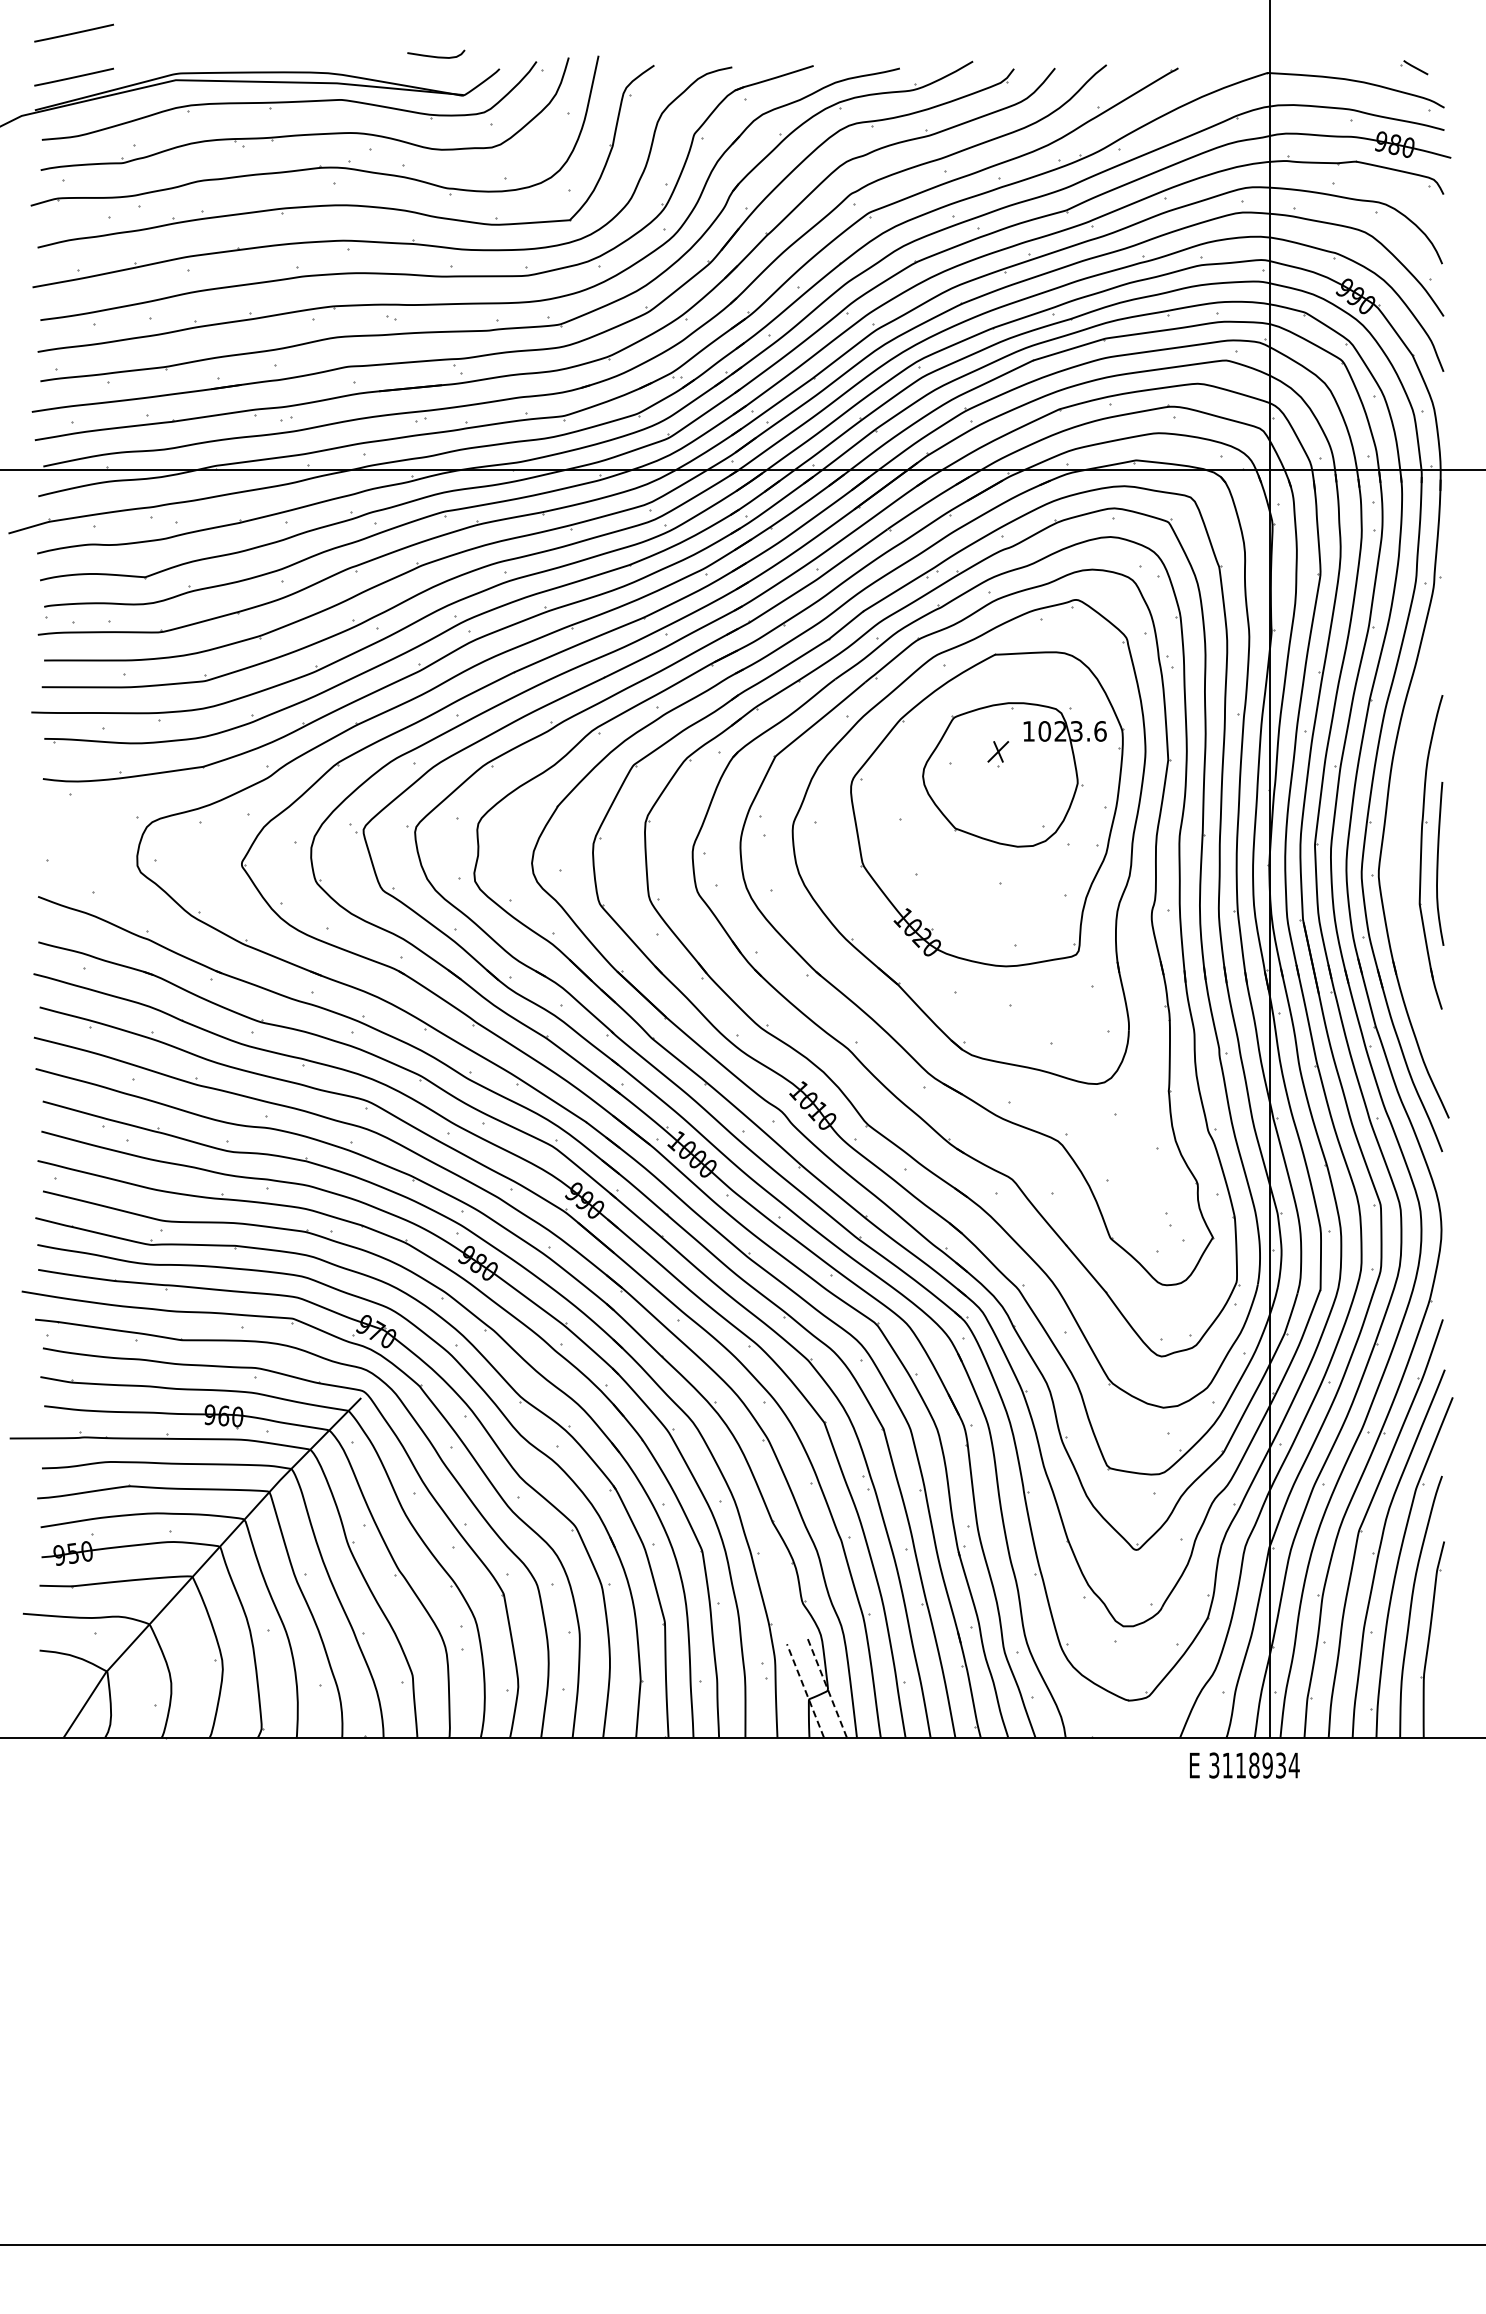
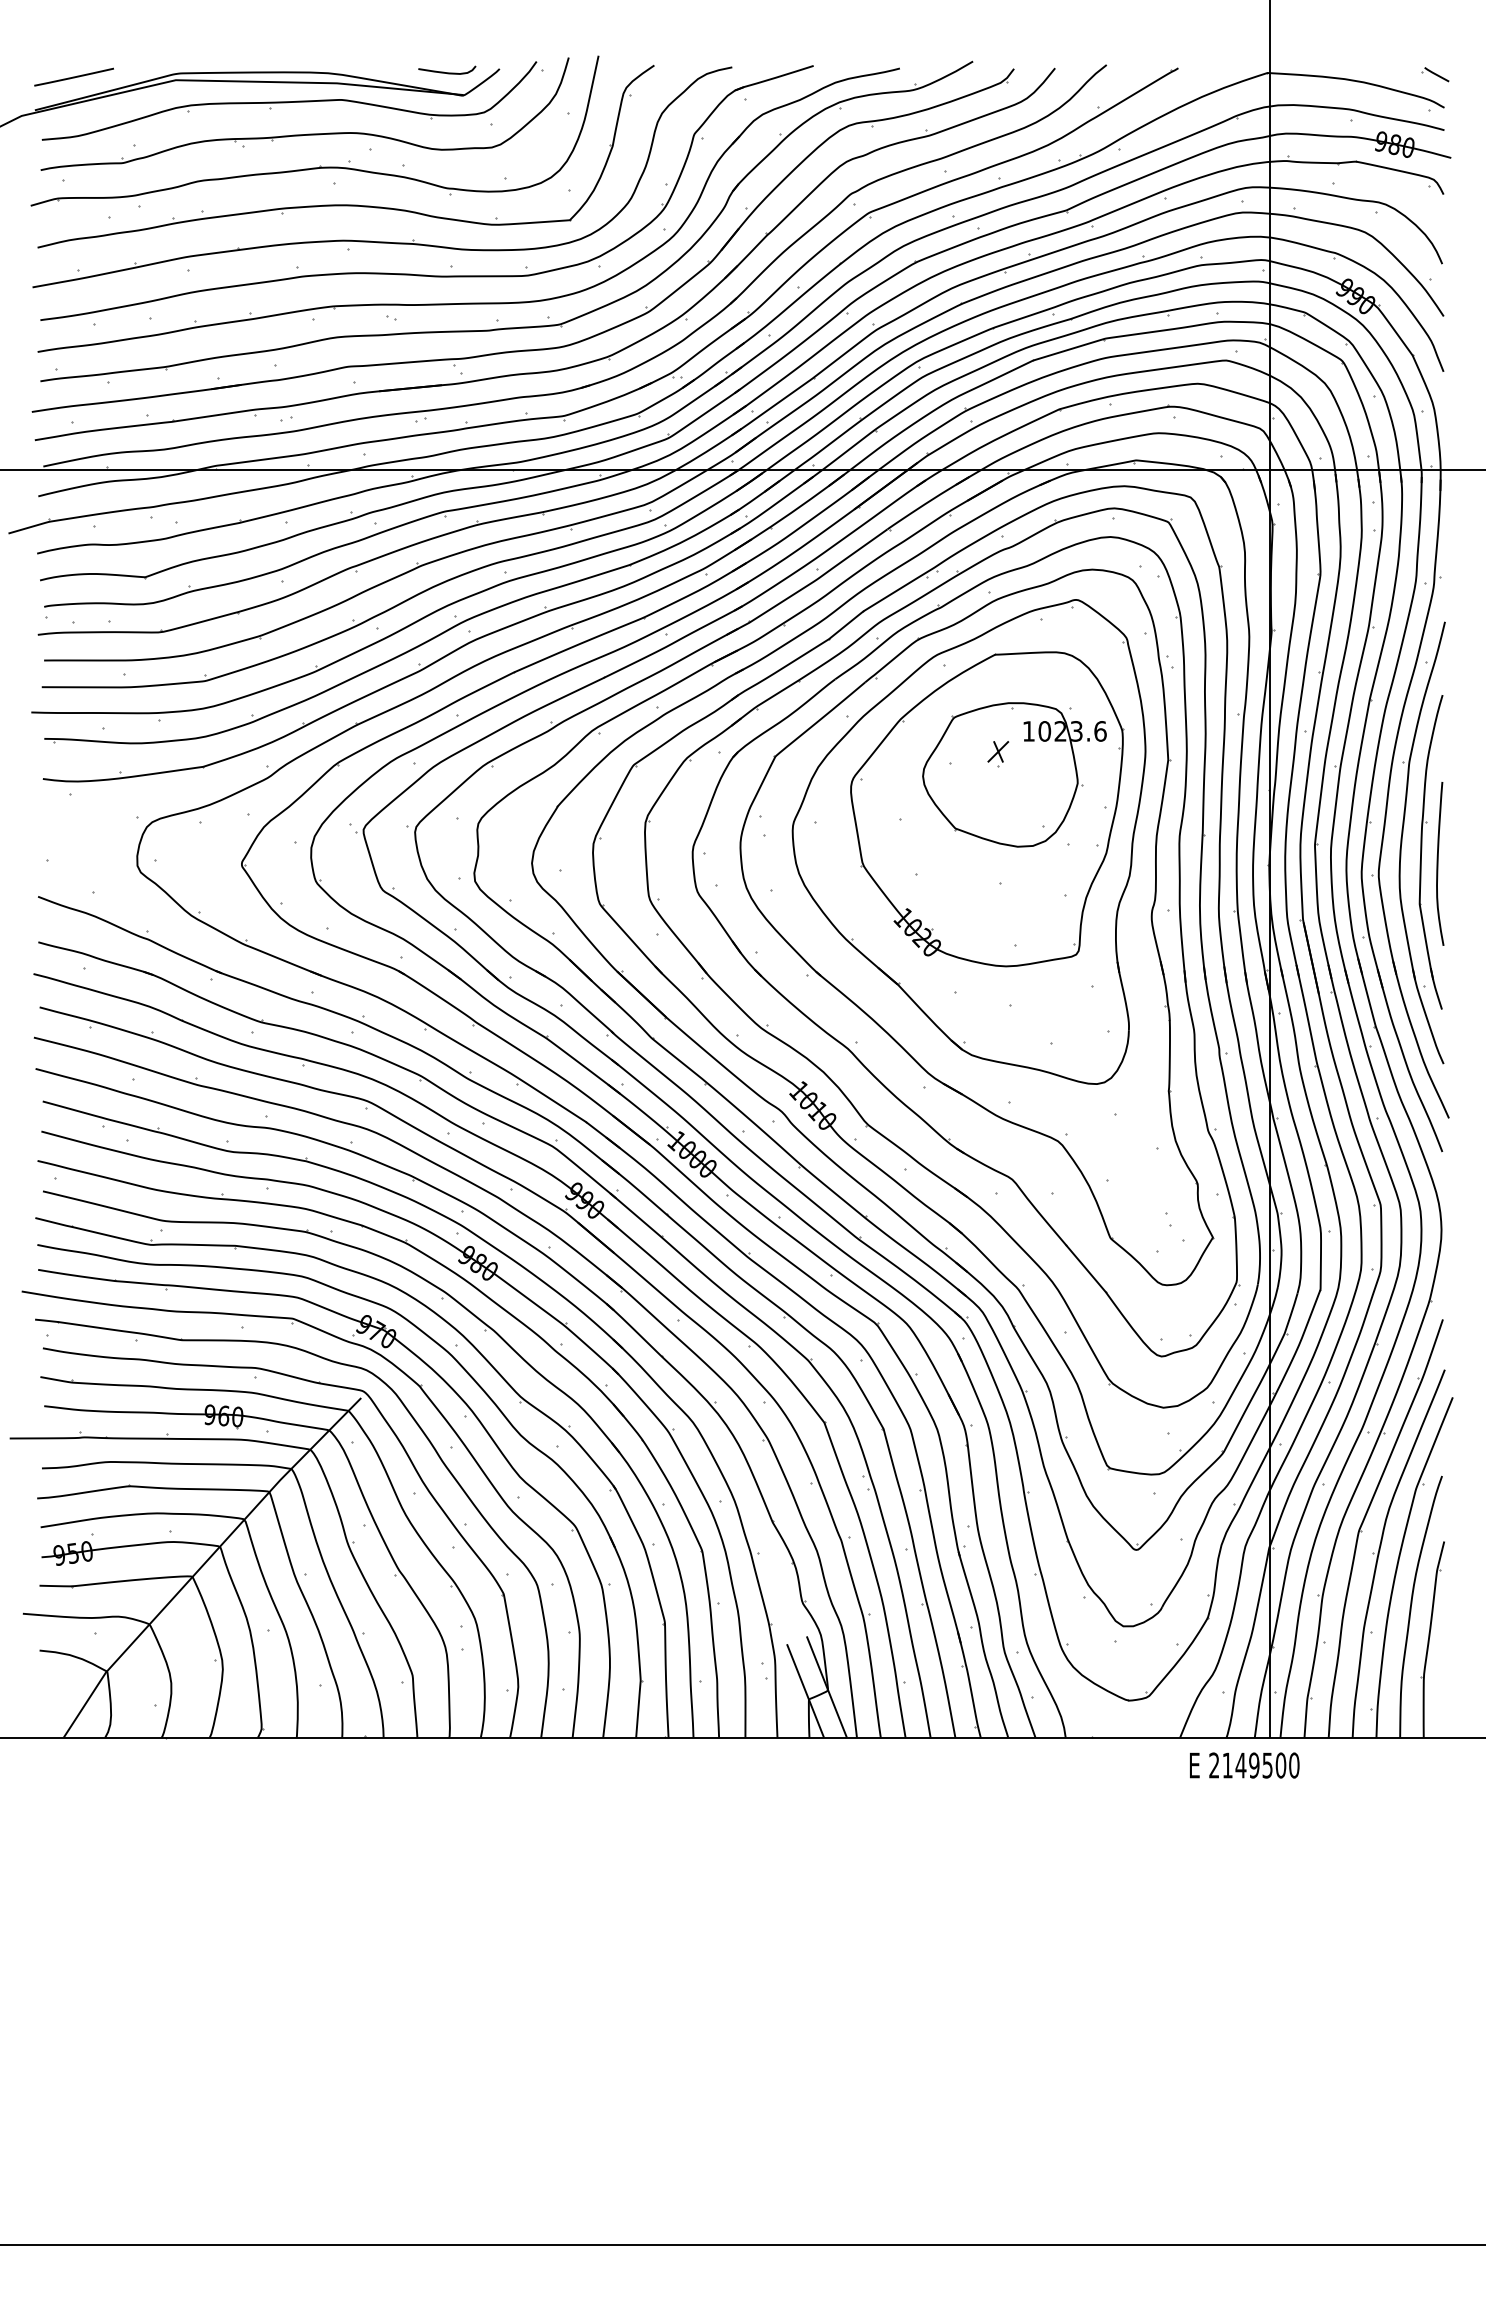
line at (73, 32): present -> none
curve at (436, 56) position: (436, 56) -> (447, 72)
part at (1414, 67) position: (1414, 67) -> (1435, 74)
part at (1402, 842): none -> present
line at (826, 1686): dashed -> solid
line at (805, 1690): dashed -> solid
text at (1254, 1765): 3118934 -> 2149500
